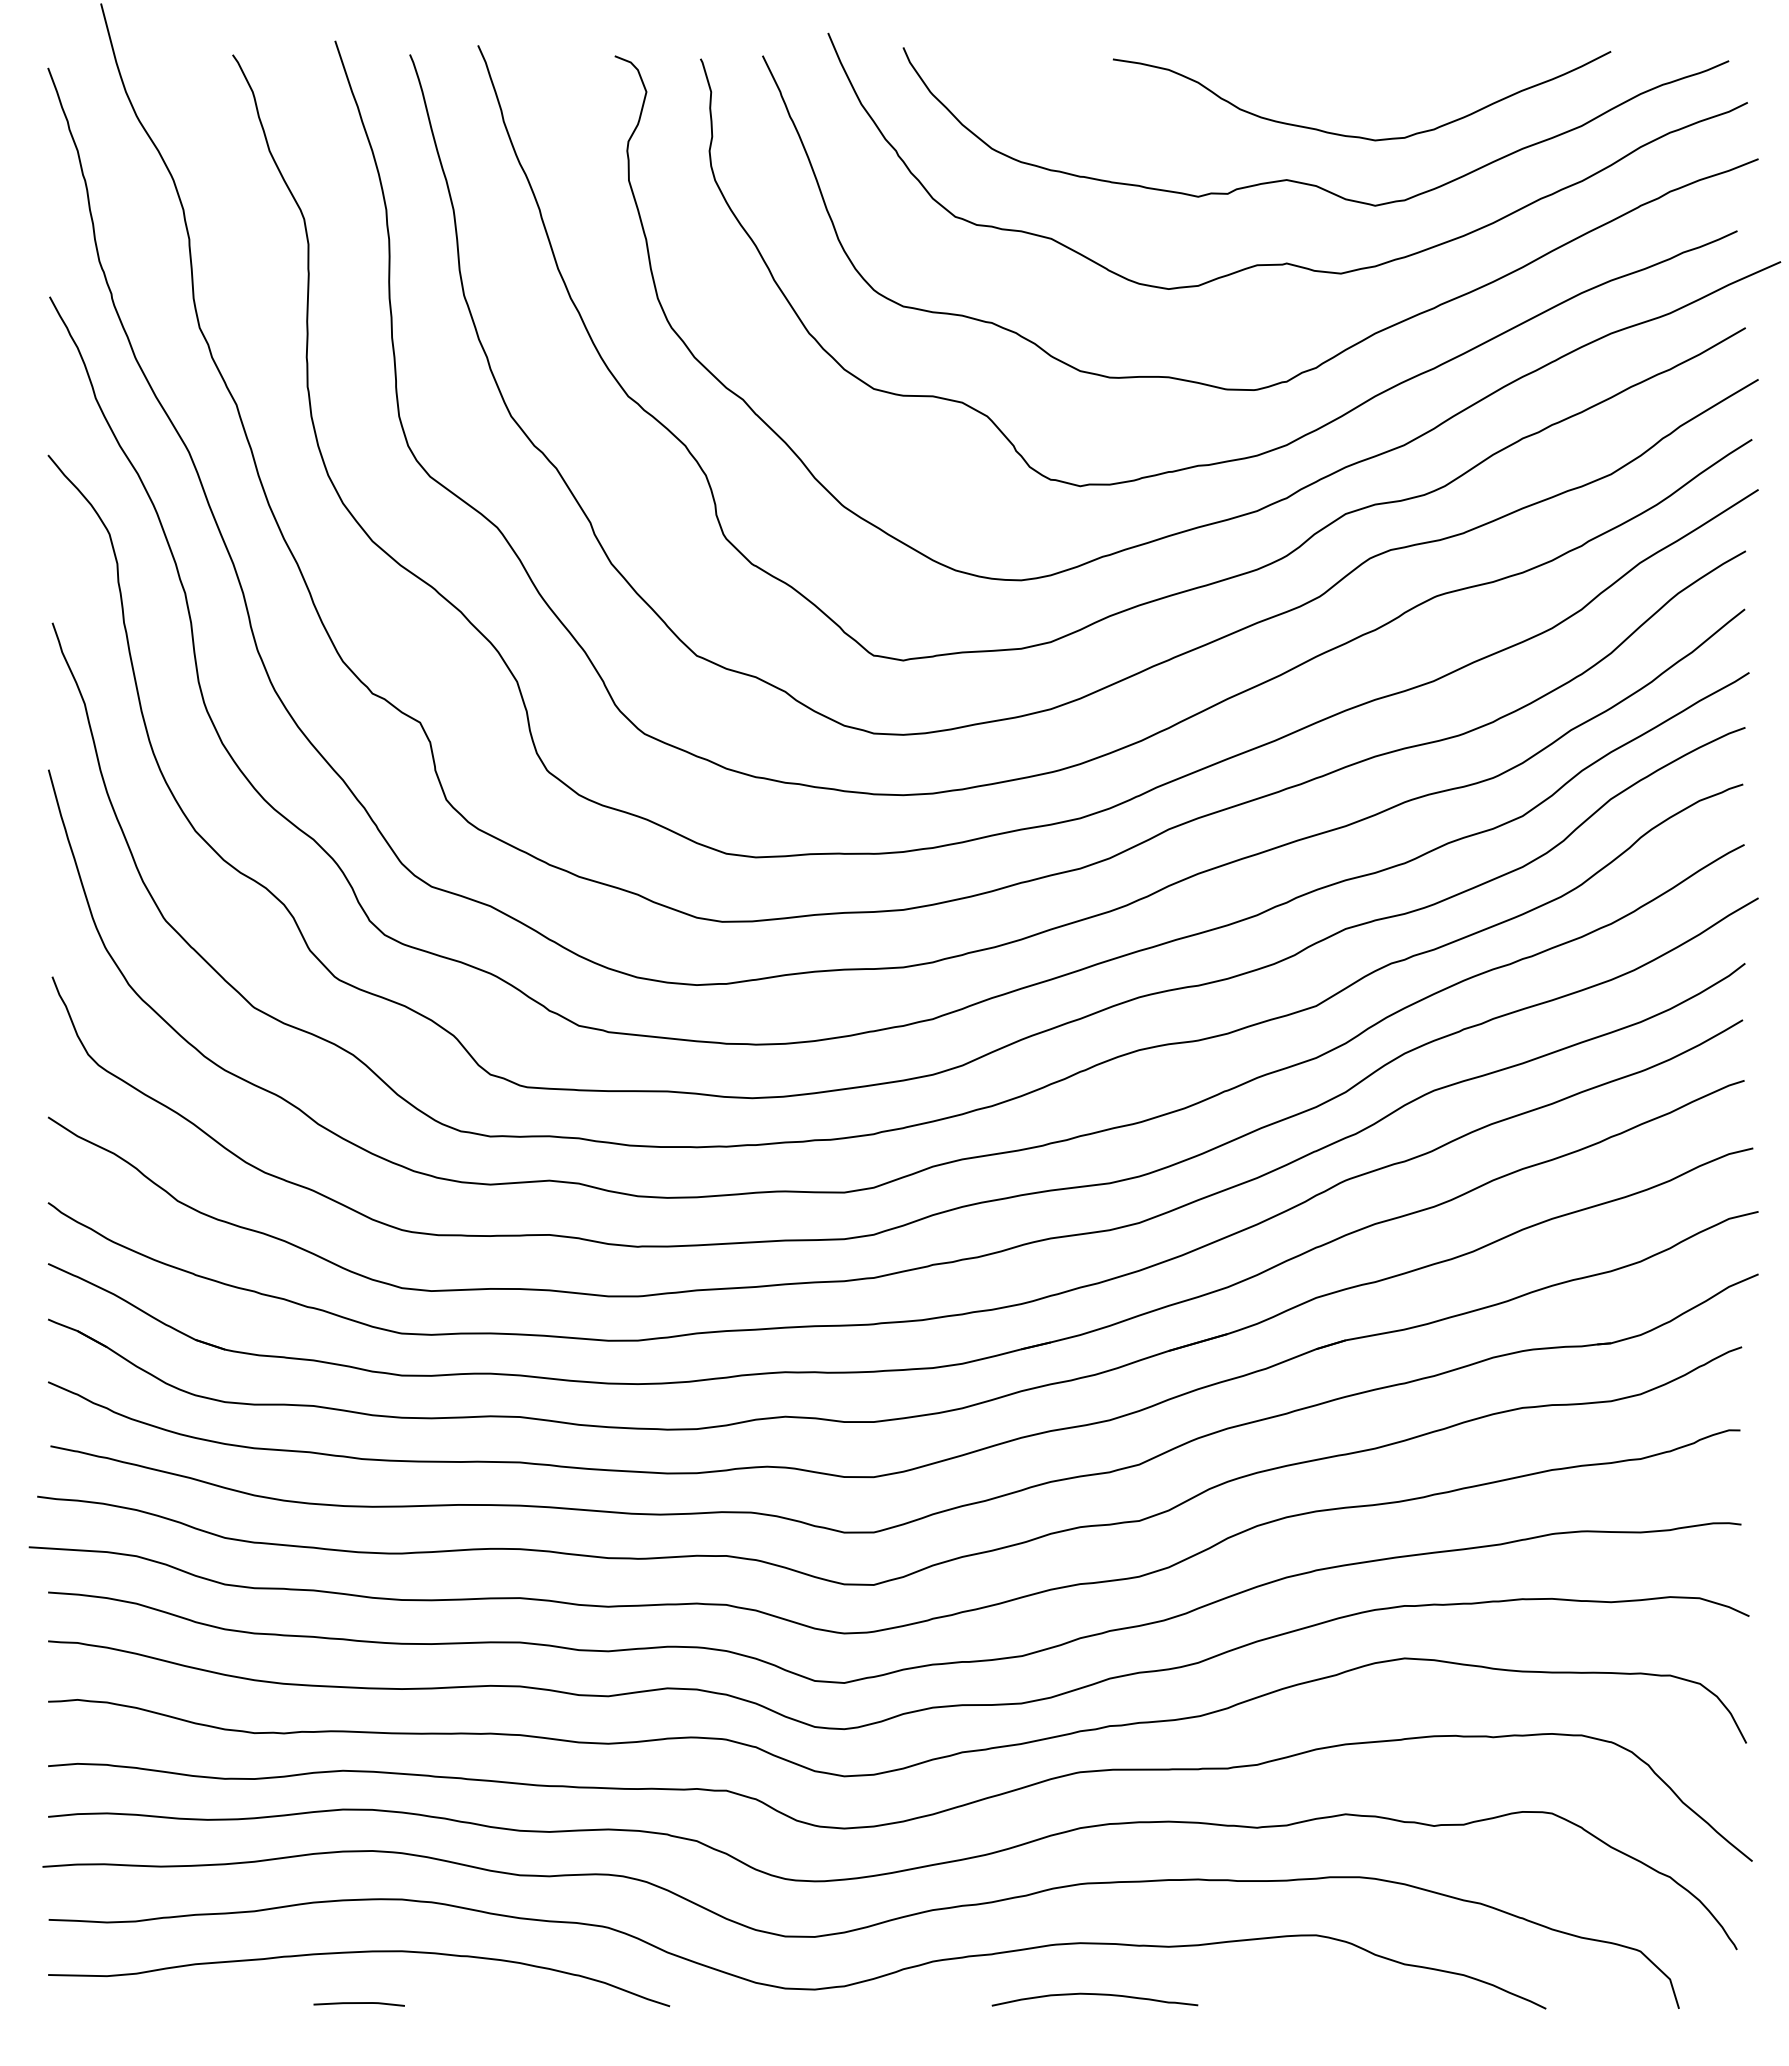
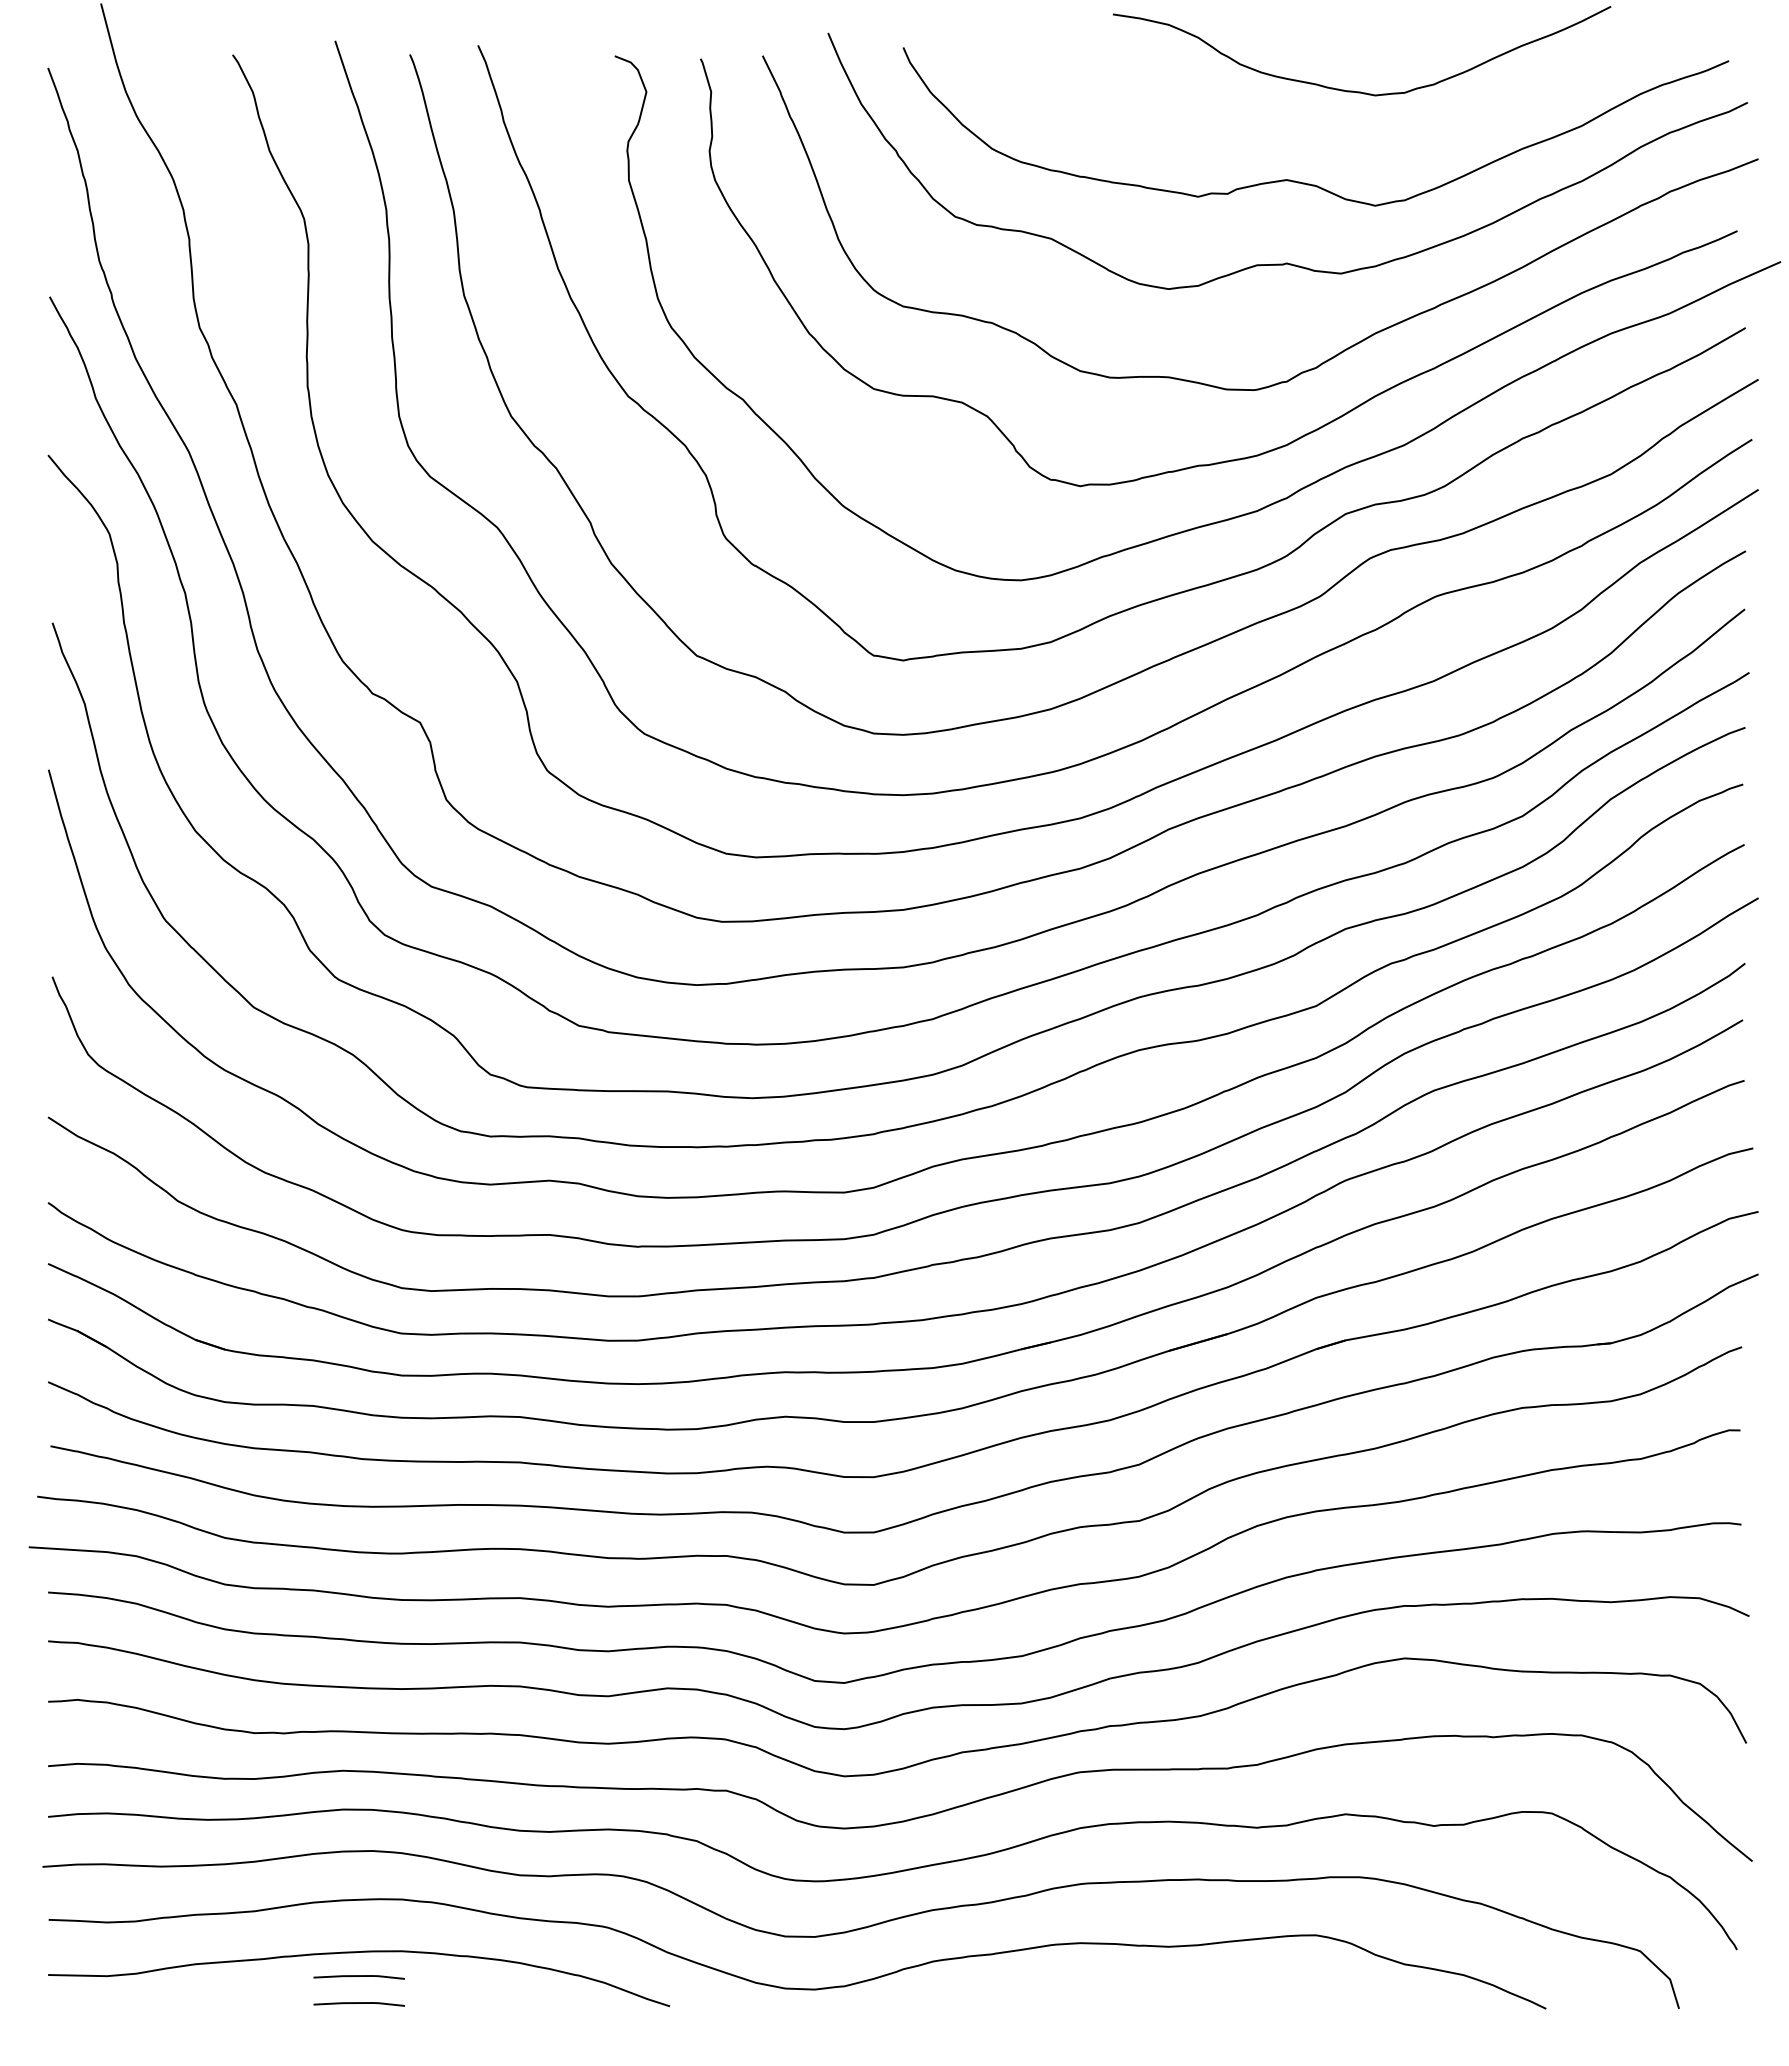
curve at (1353, 135) position: (1353, 135) -> (1353, 90)
line at (358, 1976): none -> present
curve at (1095, 1995): present -> none
